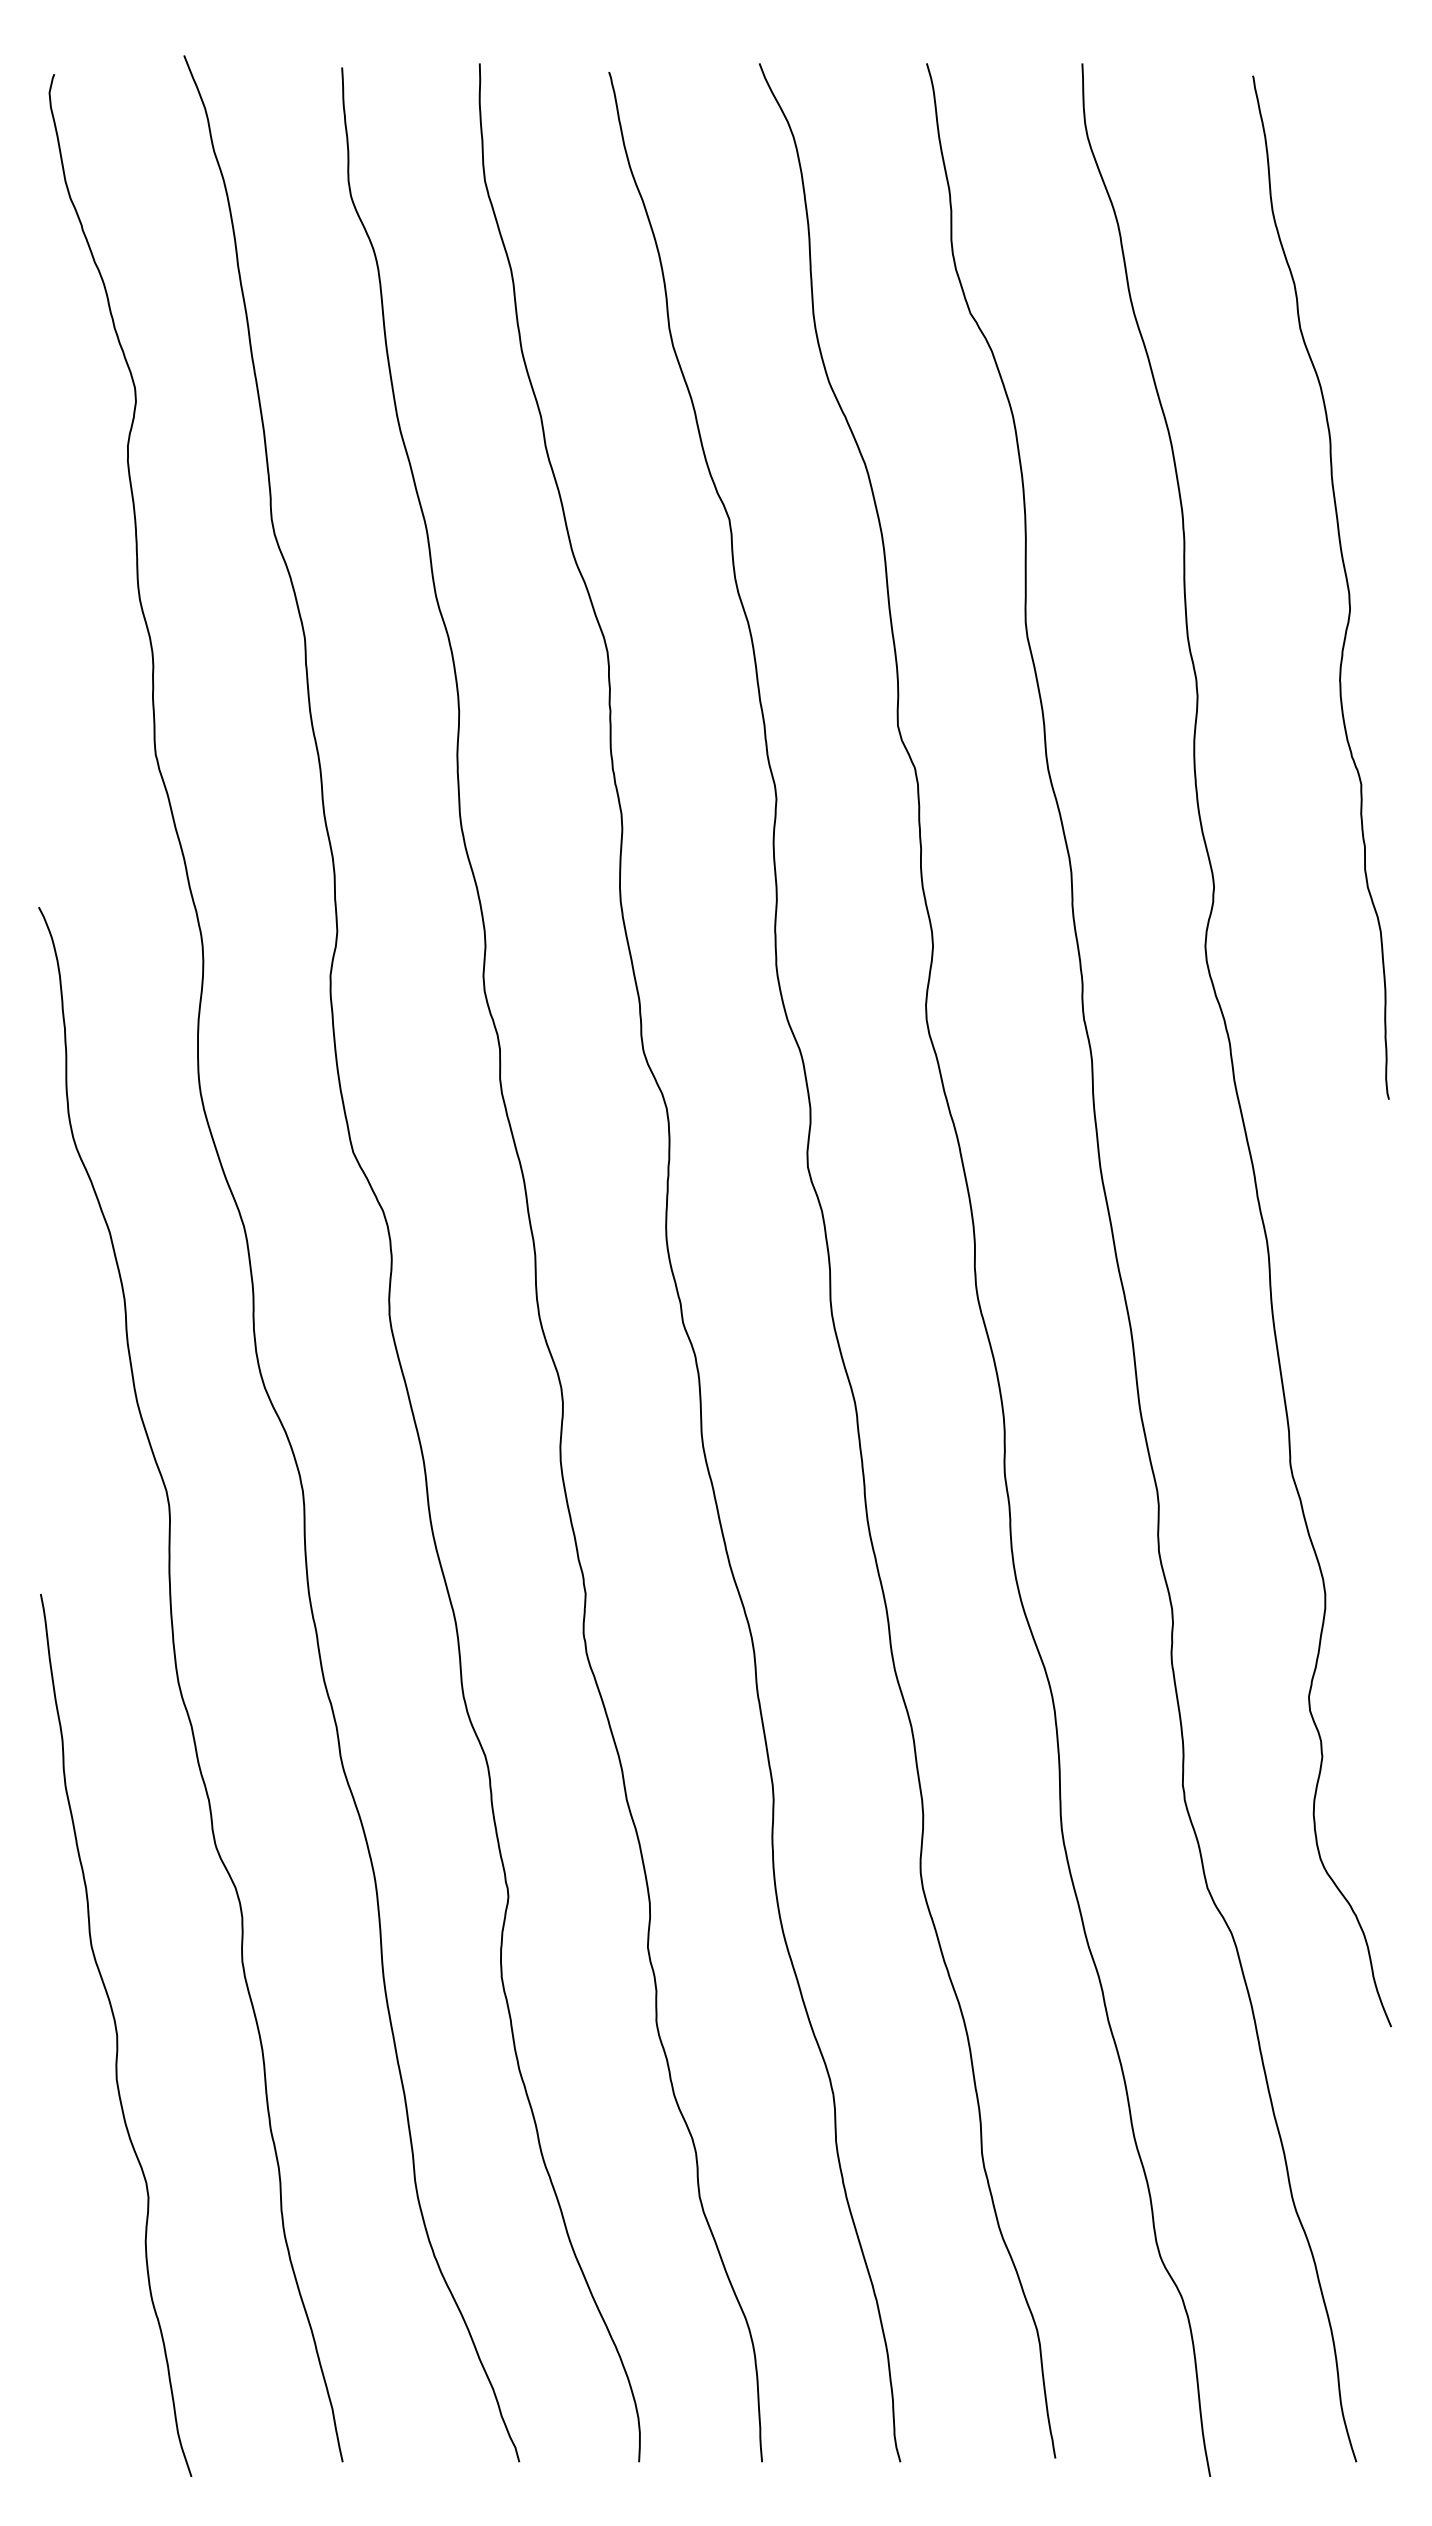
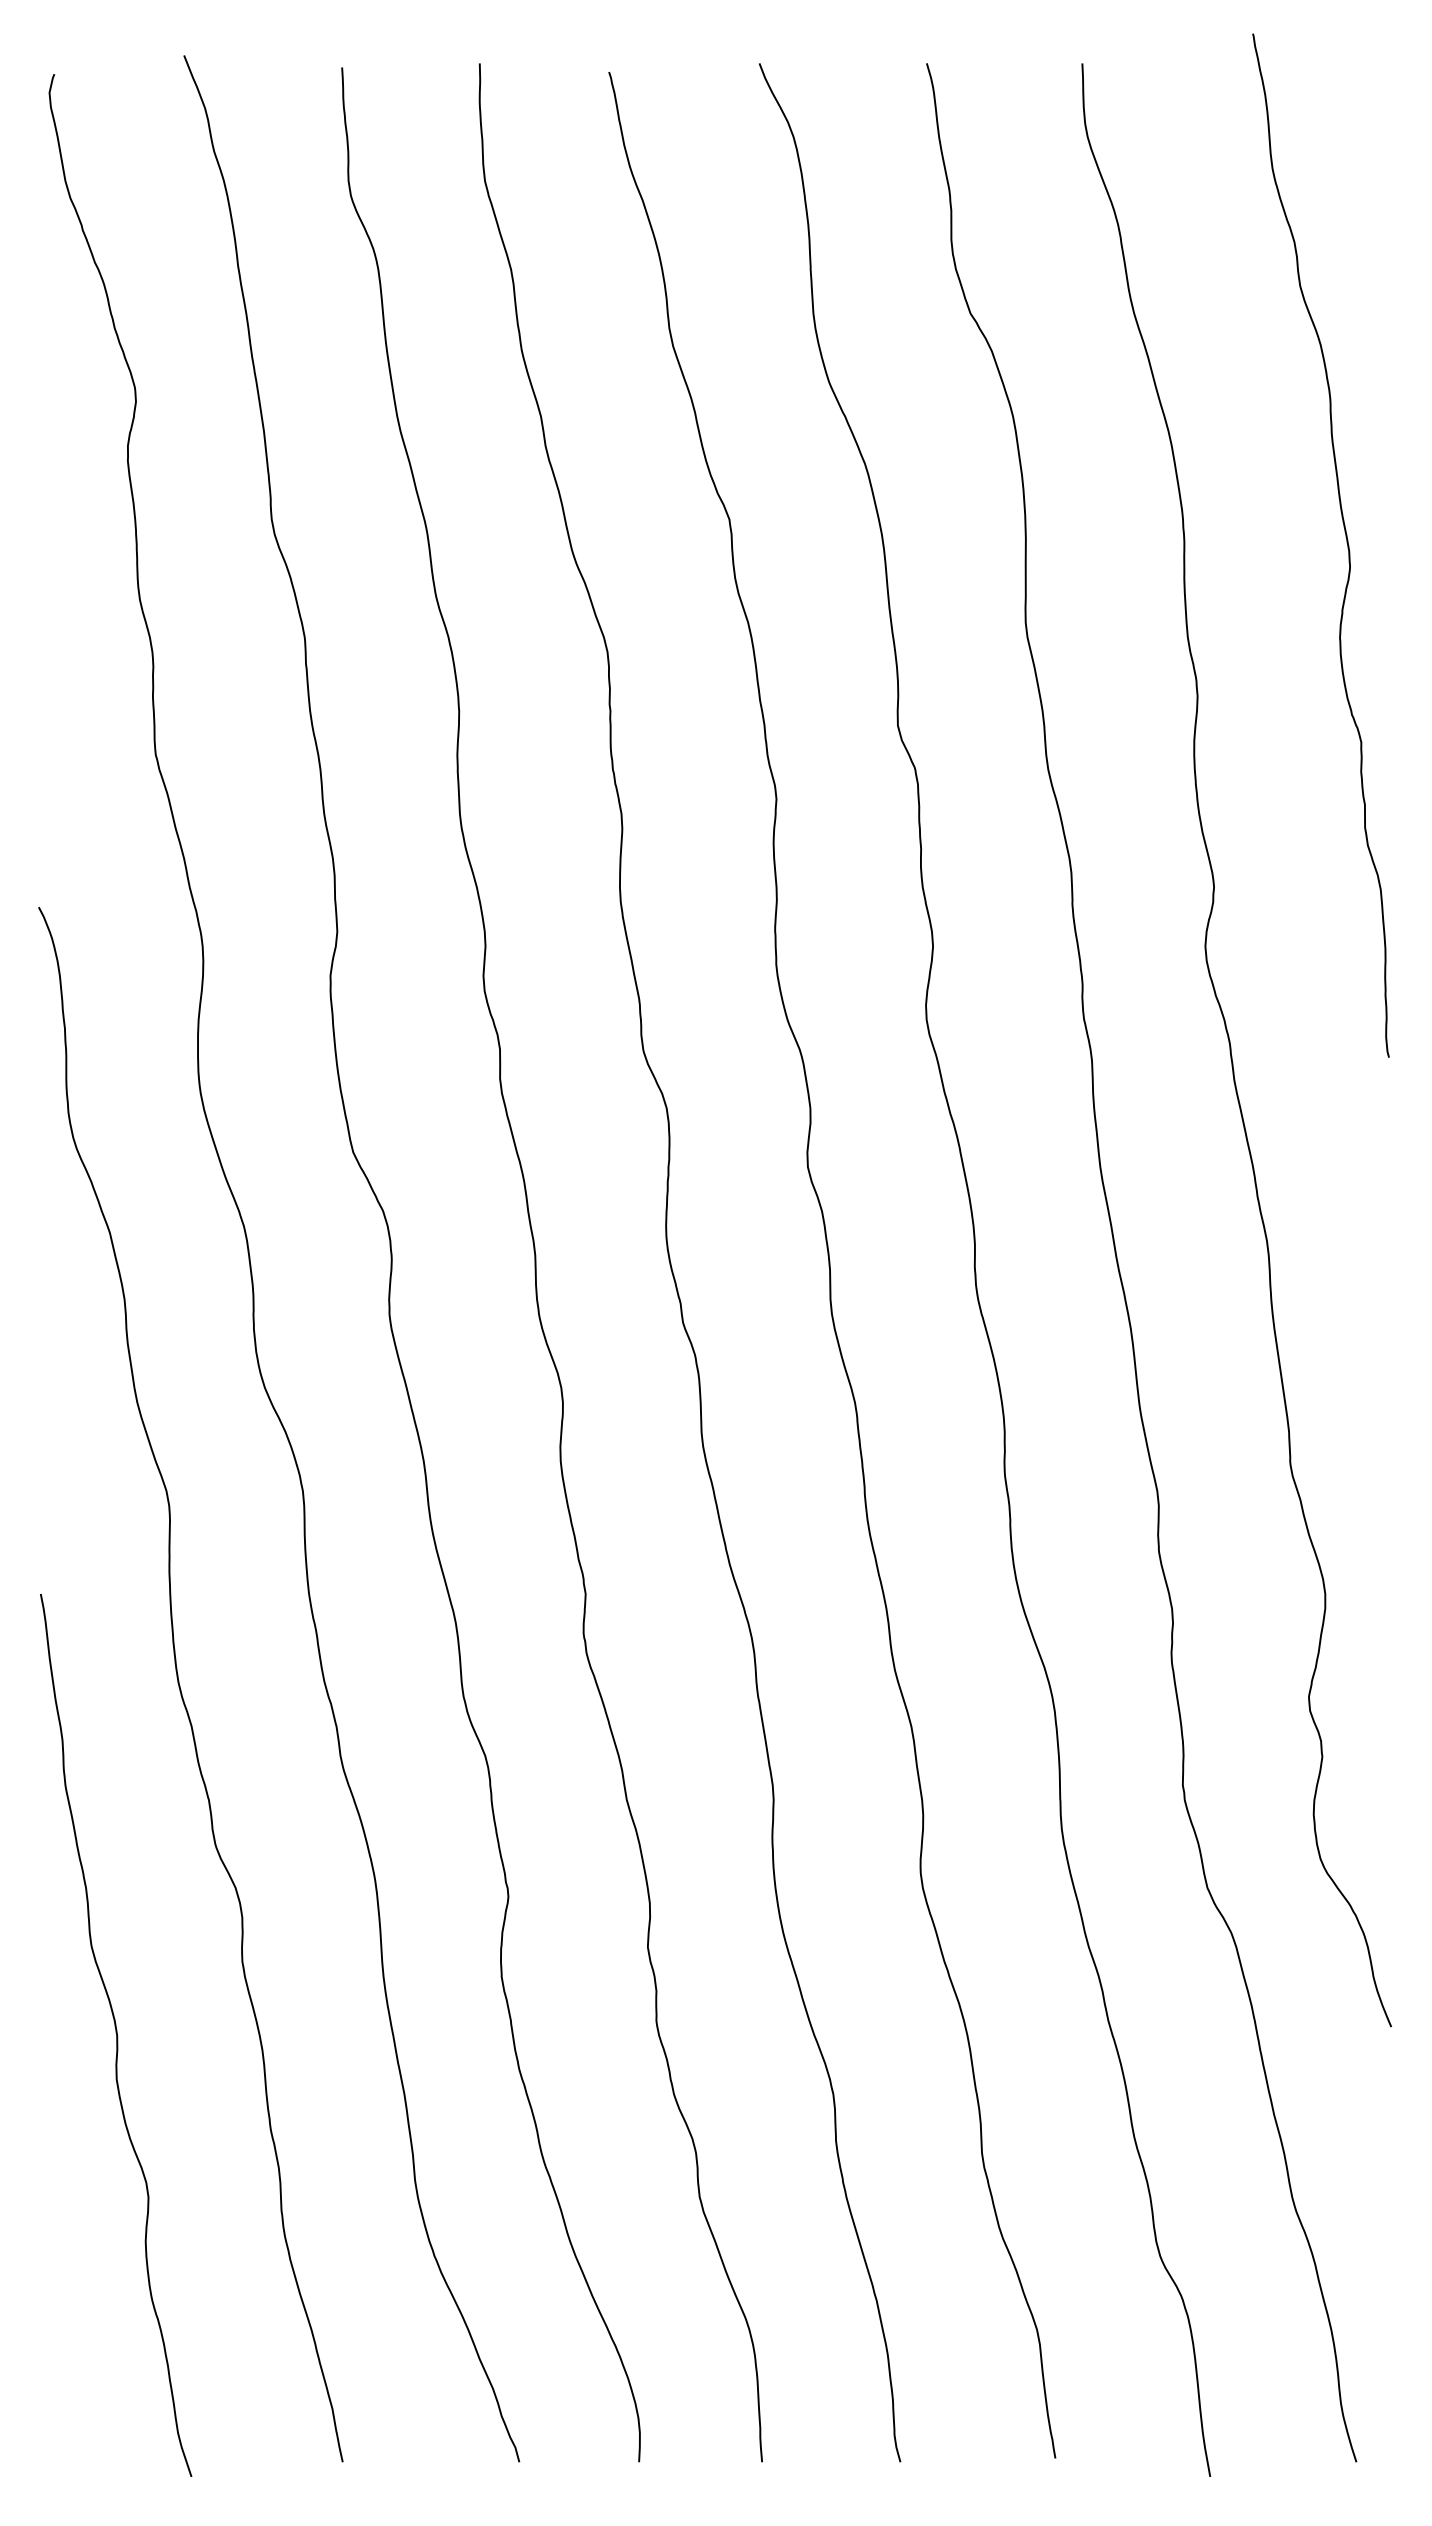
curve at (1346, 584) position: (1346, 584) -> (1346, 542)
